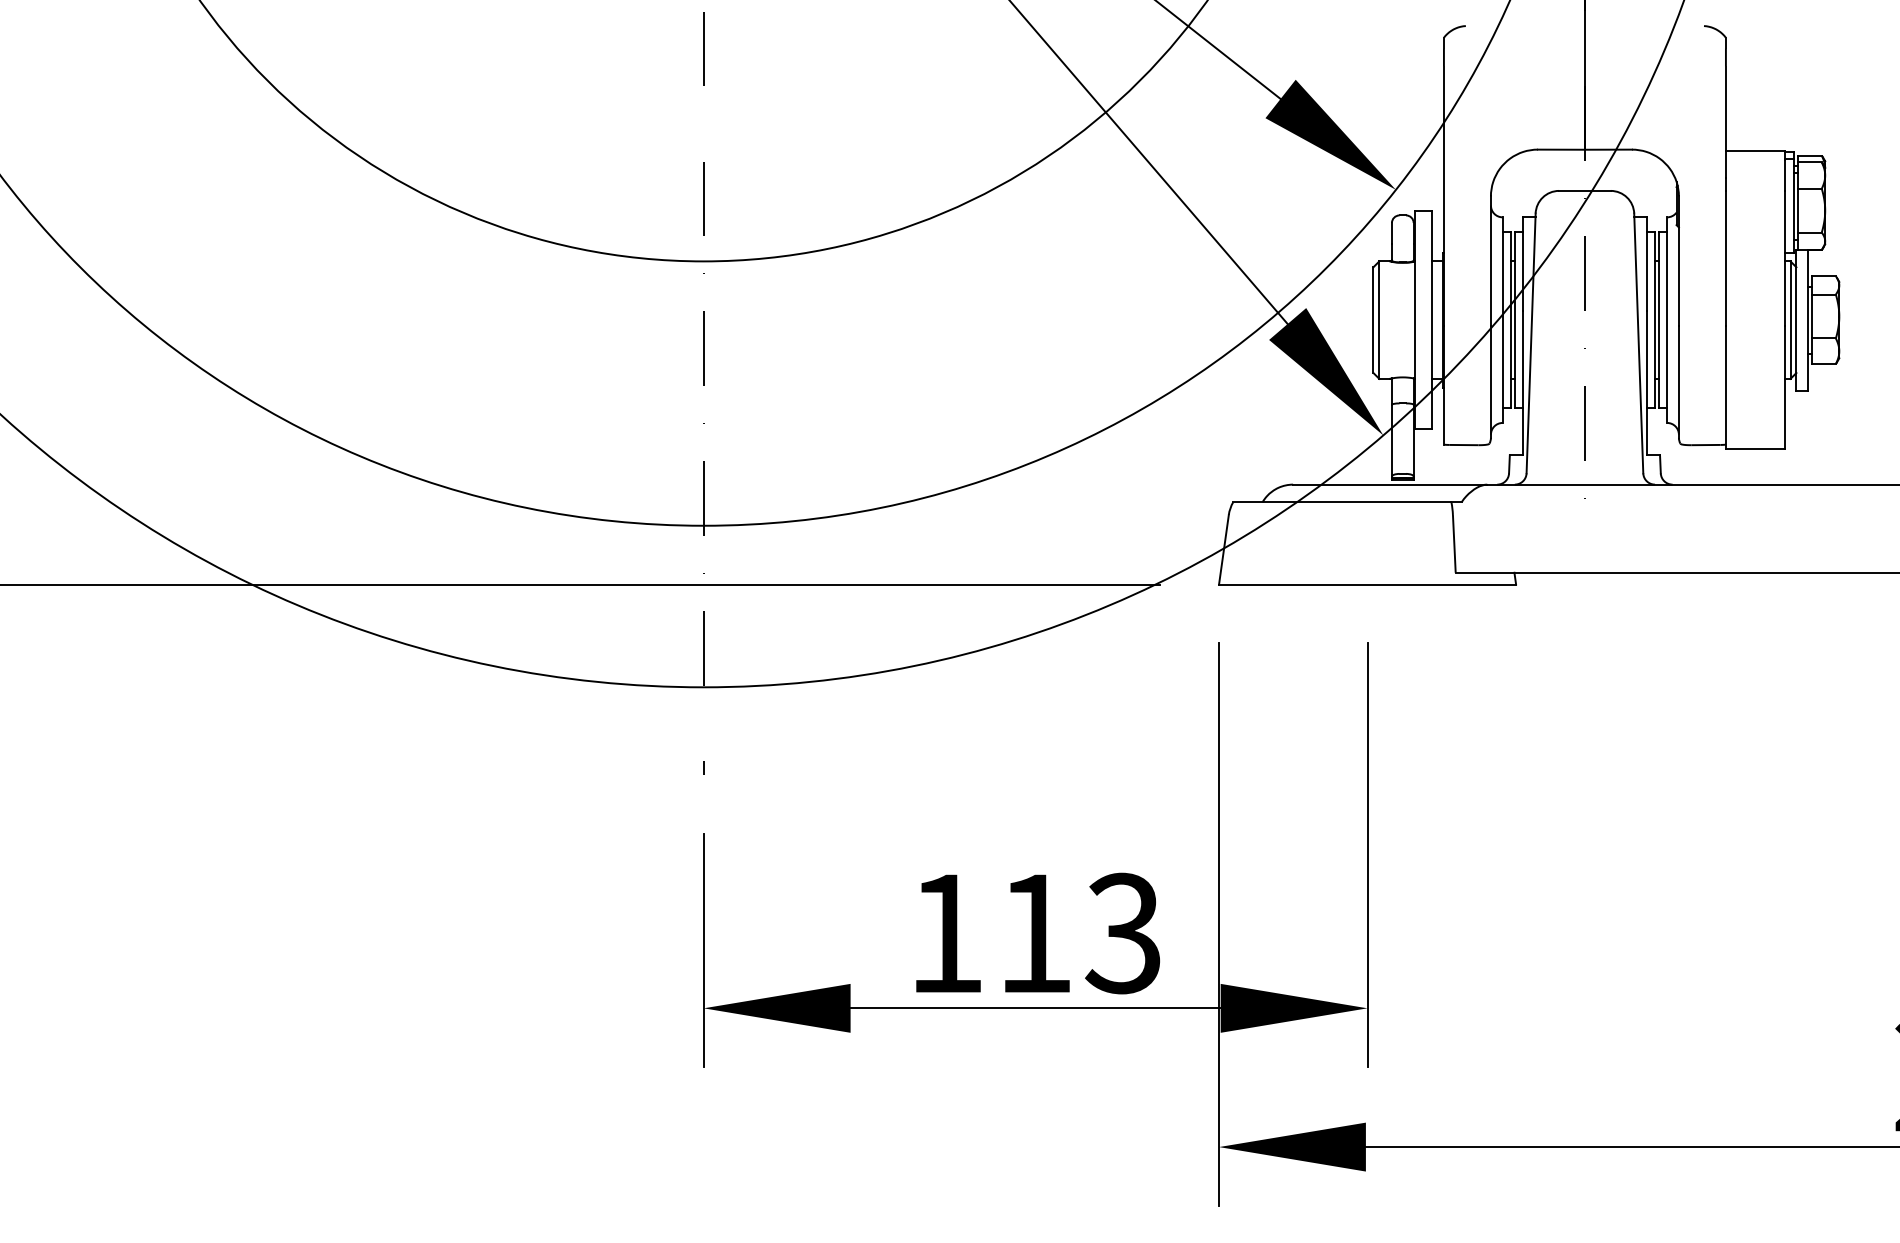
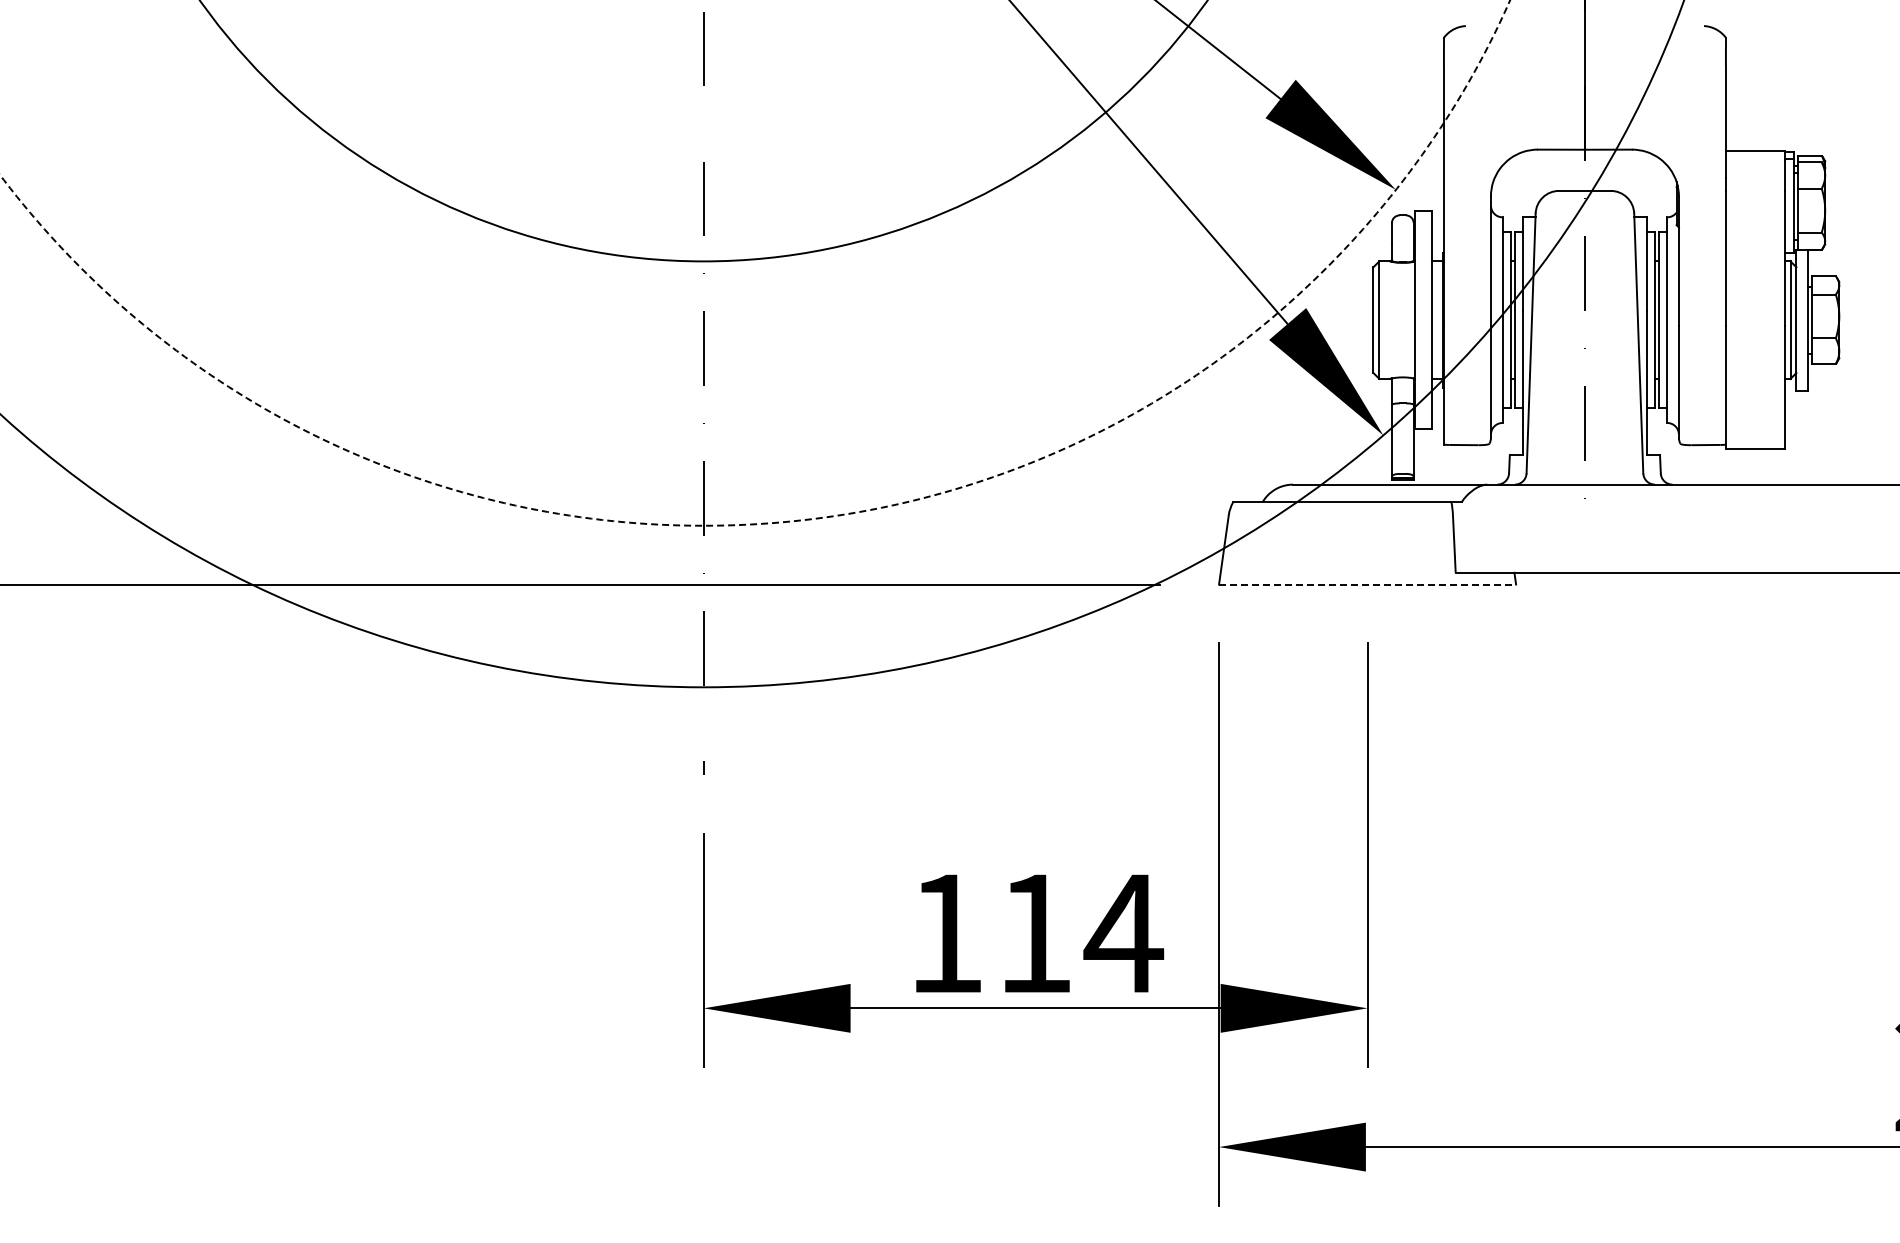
circle at (755, 262): solid -> dashed
line at (1367, 584): solid -> dashed
text at (1123, 933): 113 -> 114
